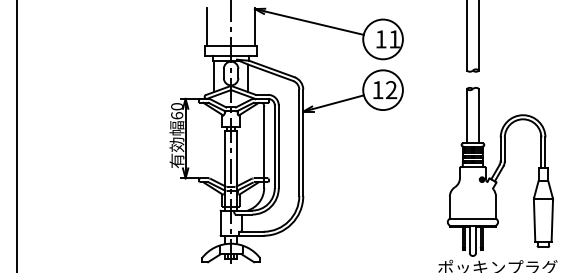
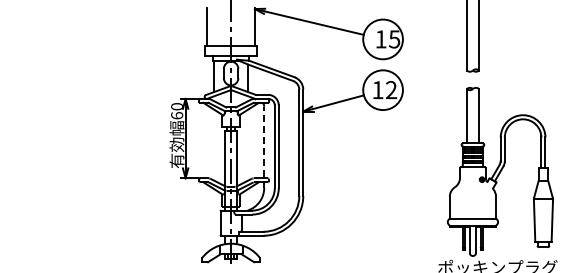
text at (394, 39): 11 -> 15
line at (17, 135): present -> none
line at (264, 147): solid -> dashed
